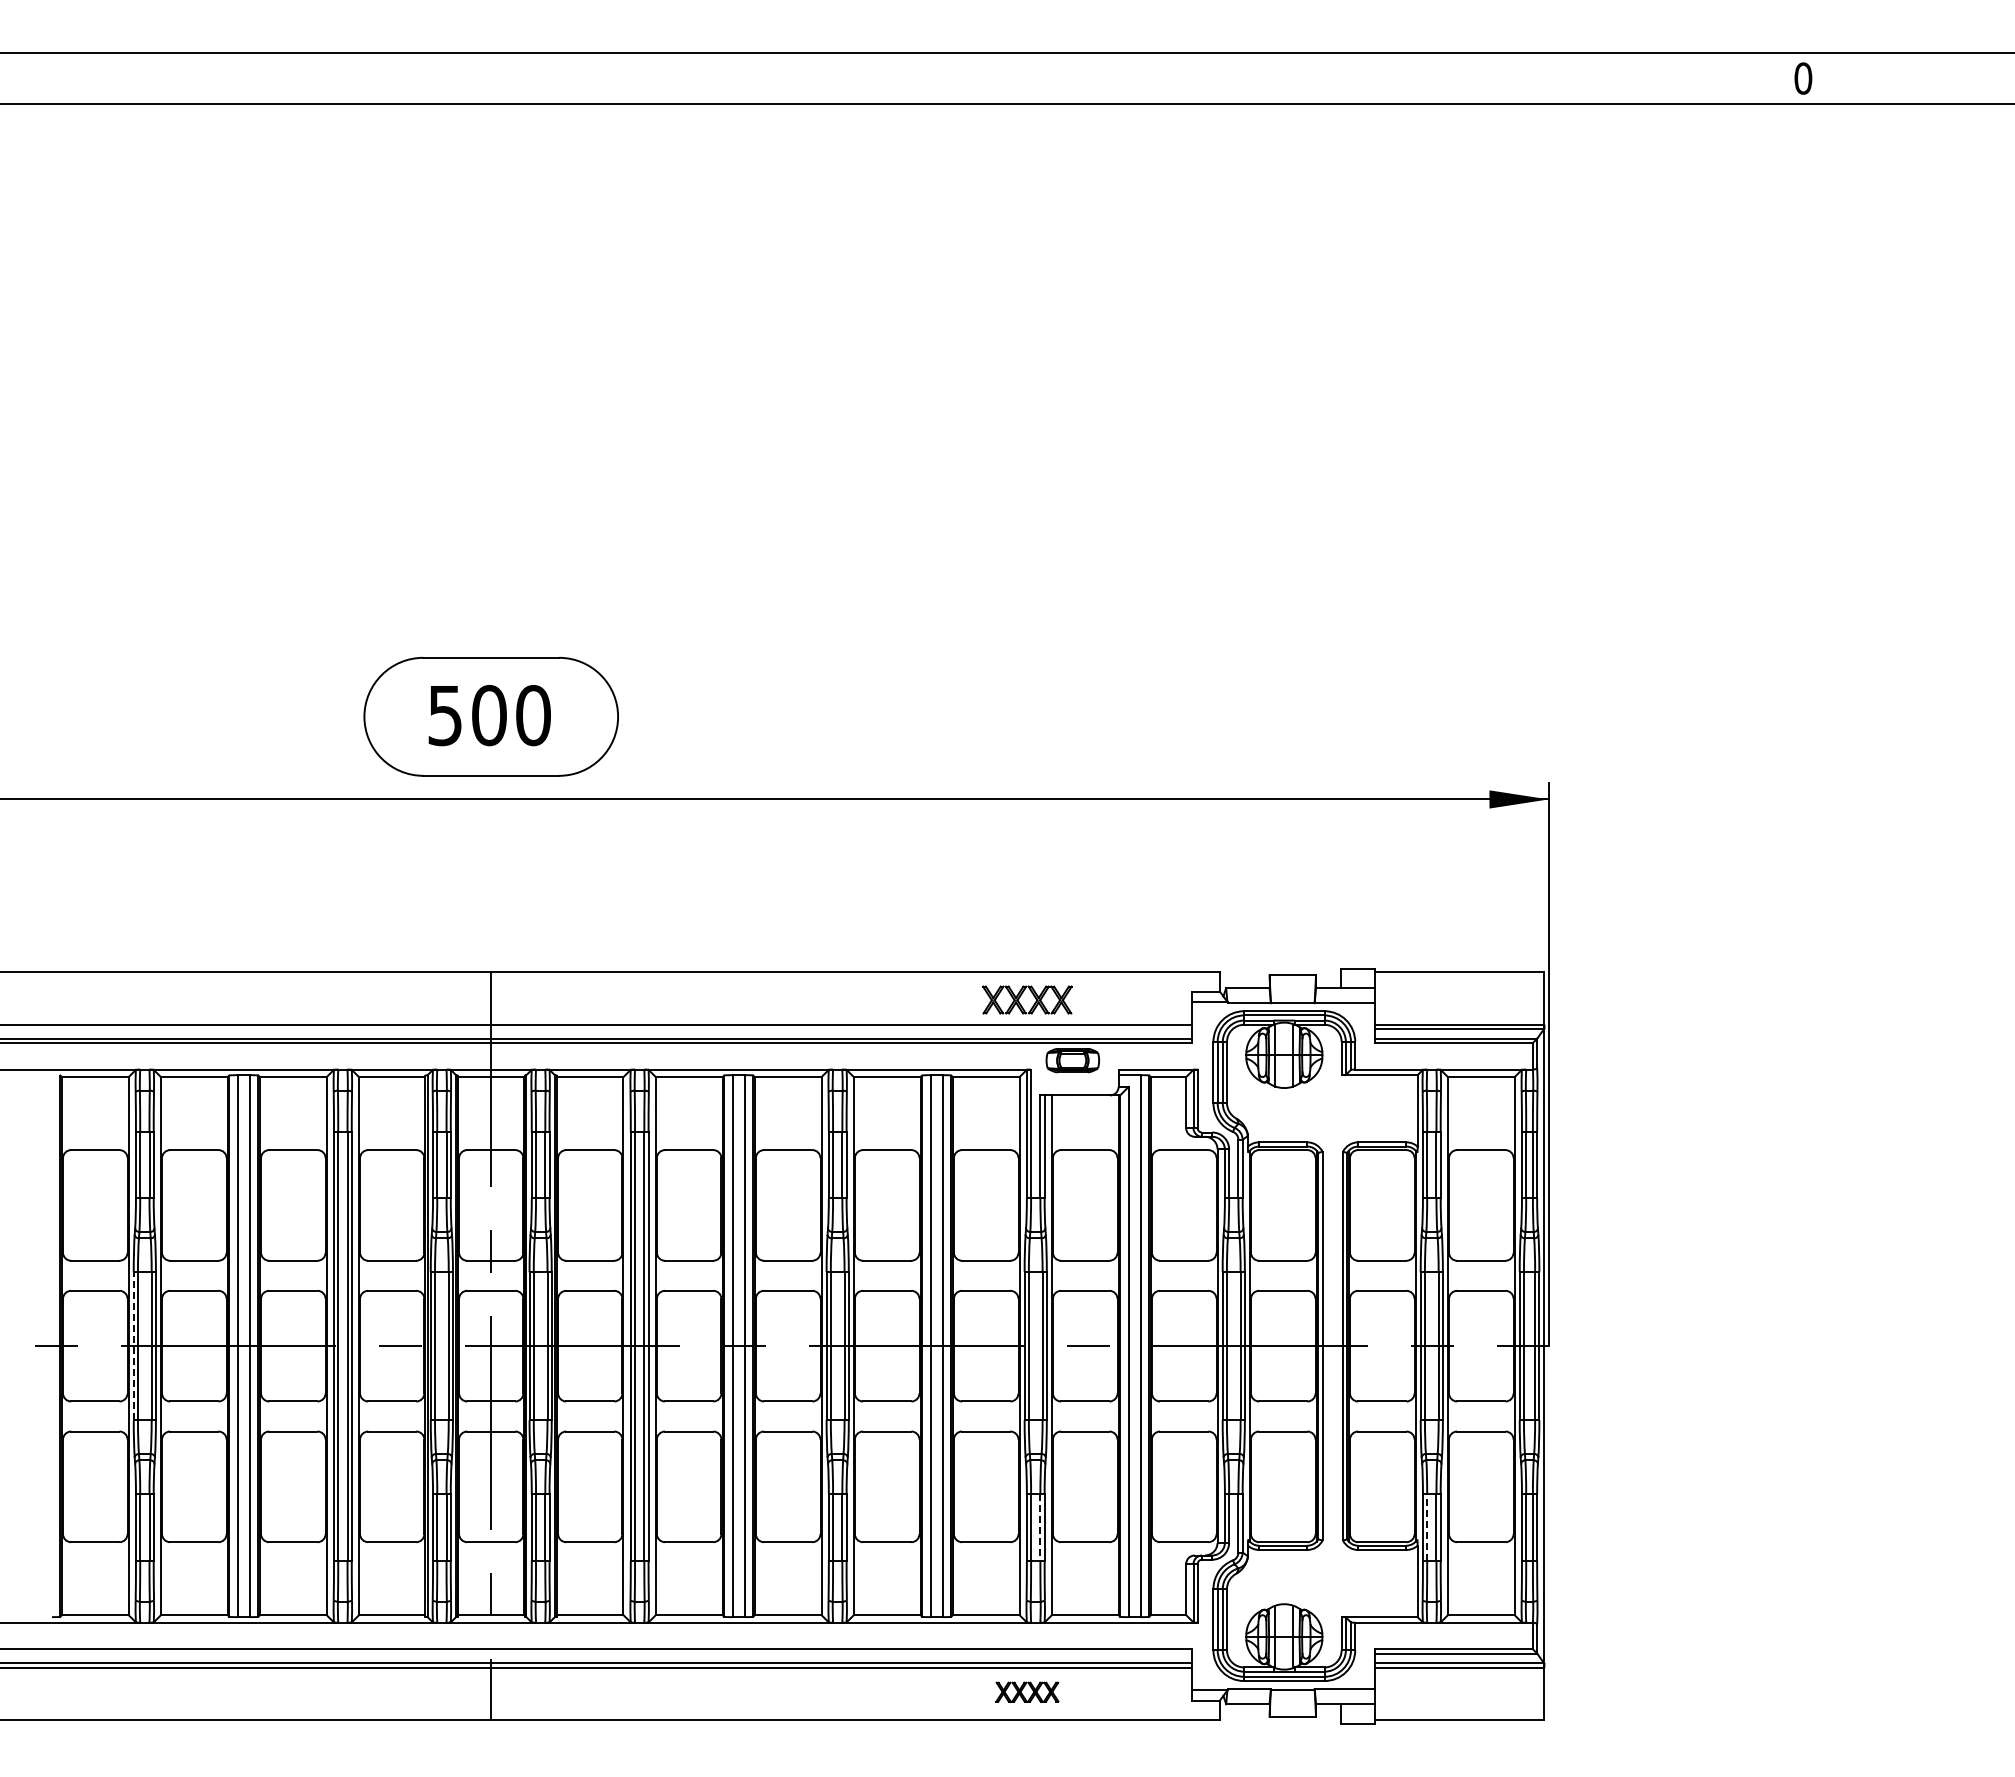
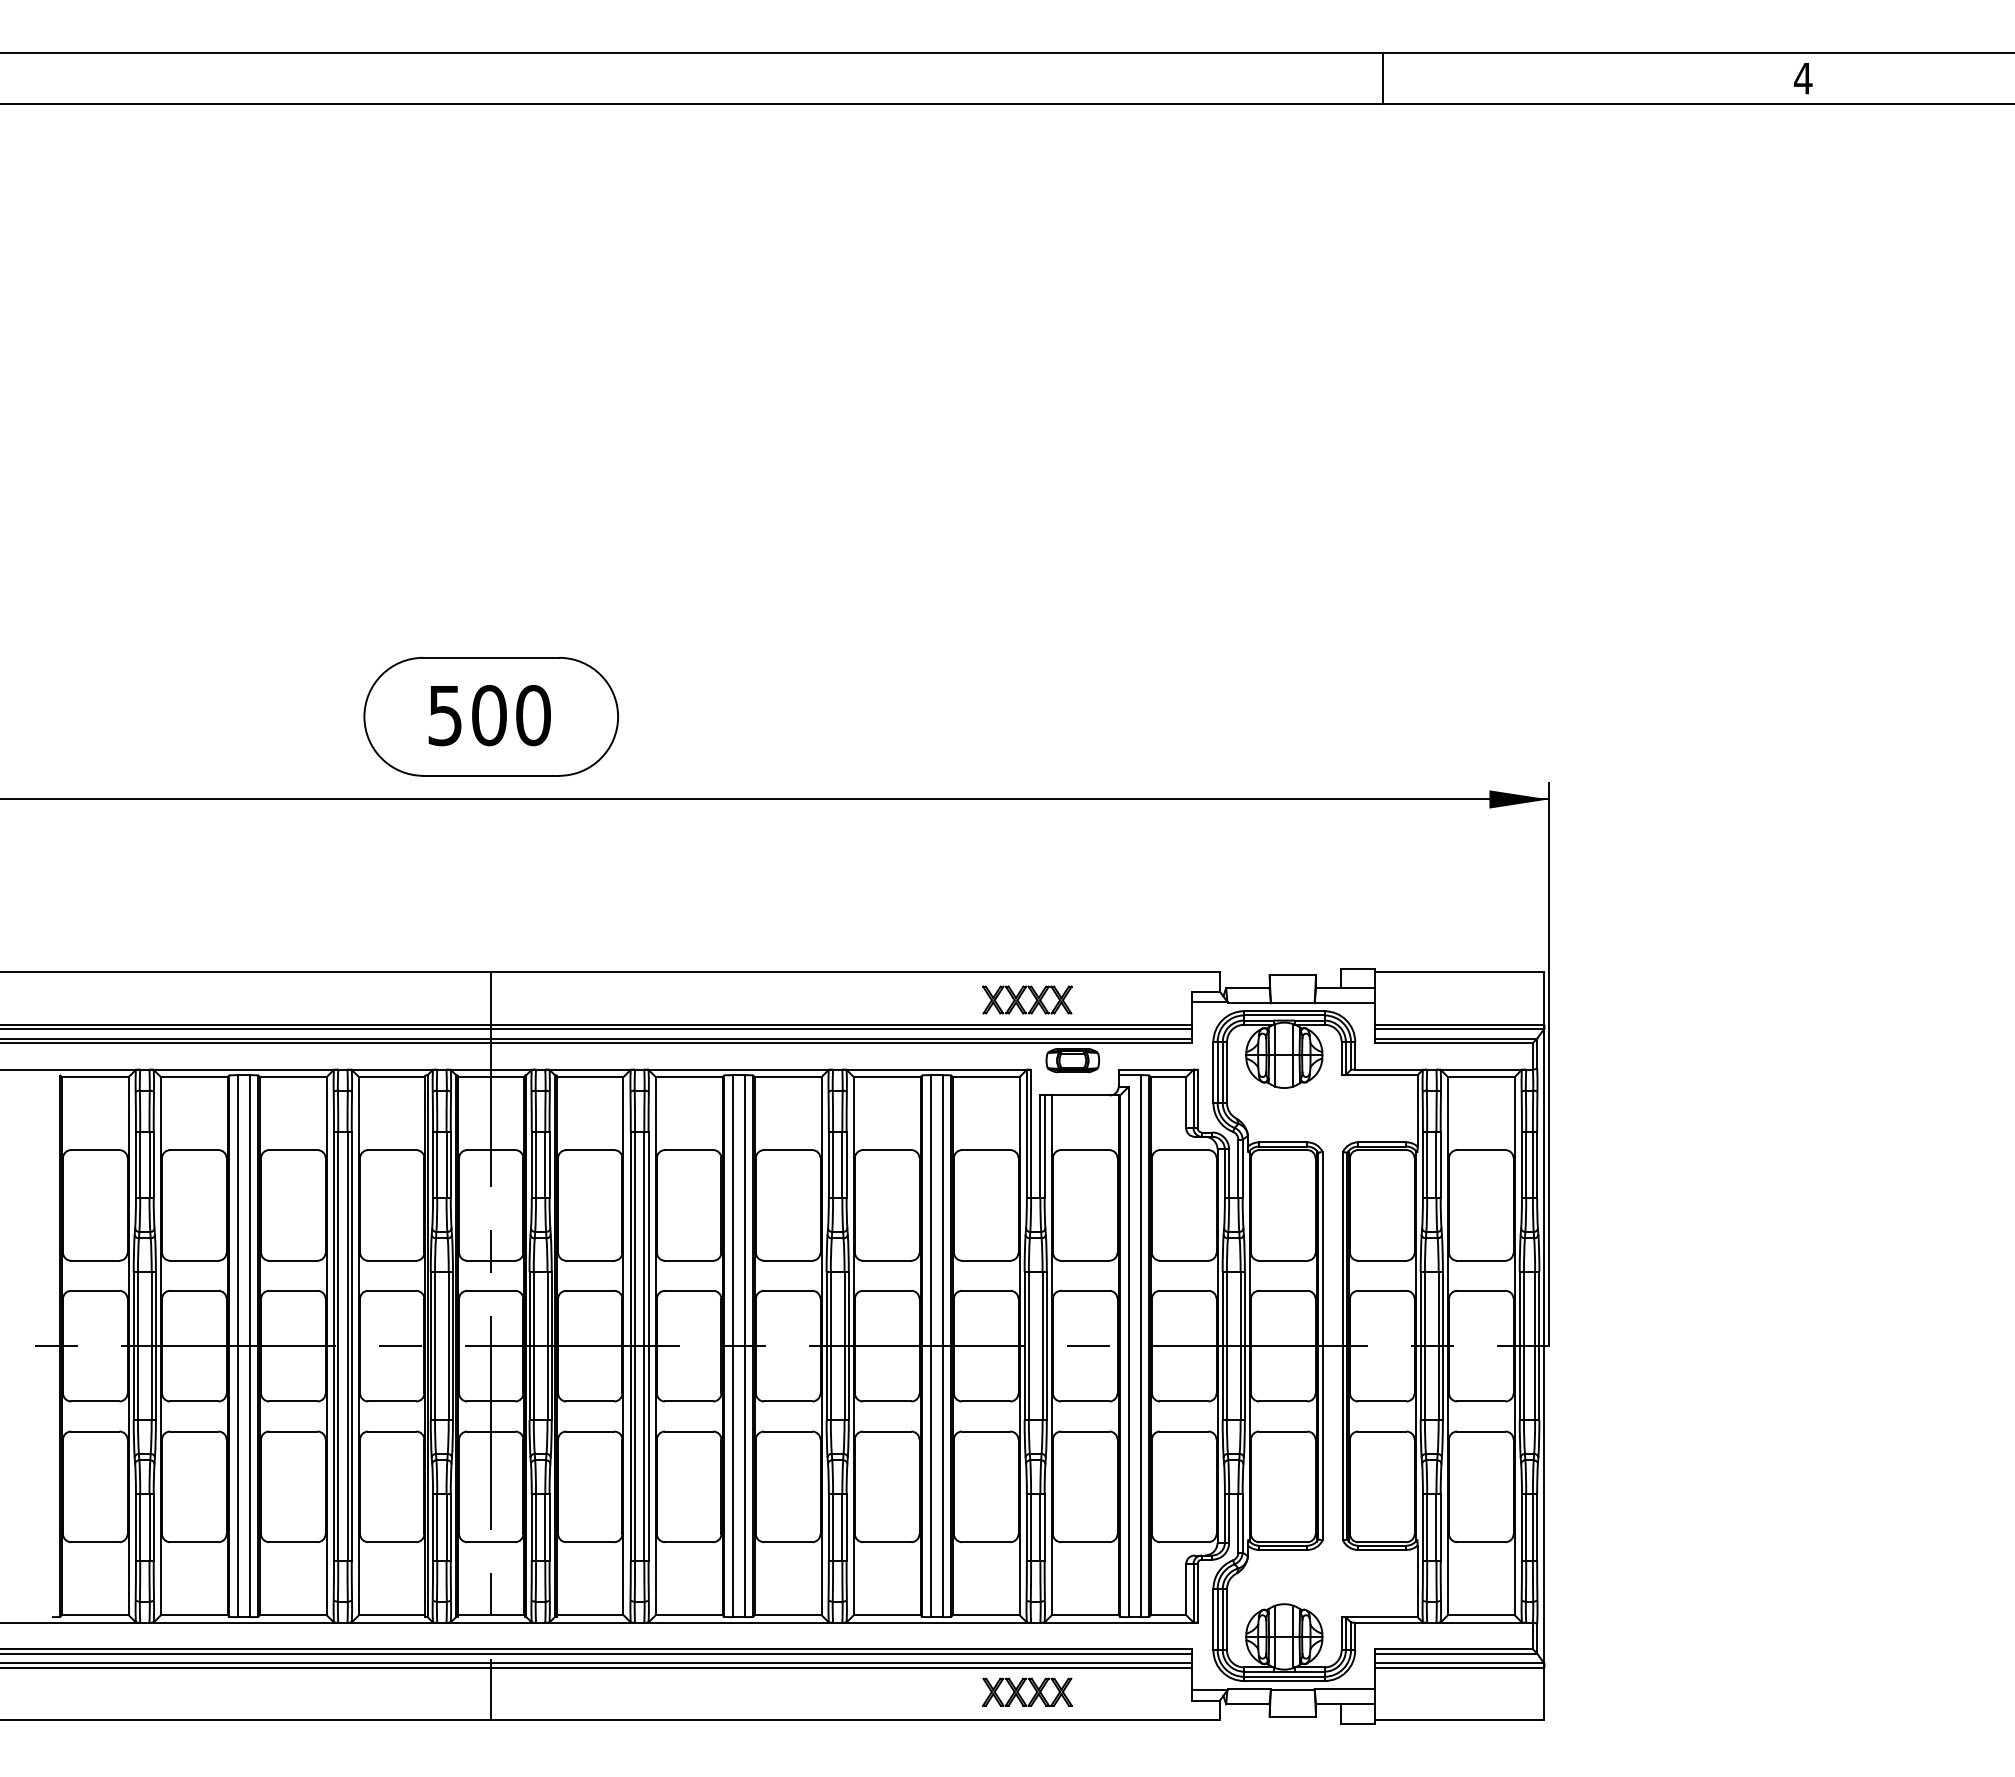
line at (1382, 78): none -> present
text at (1803, 78): 0 -> 4
line at (597, 1028): none -> present
line at (133, 1345): dashed -> solid
line at (1427, 1526): dashed -> solid
line at (1040, 1527): dashed -> solid
line at (597, 1653): none -> present
part at (1027, 1691) size: 65x22 px -> 91x30 px
